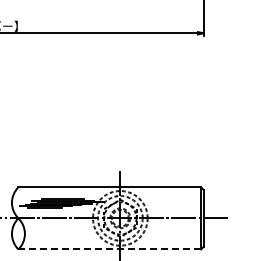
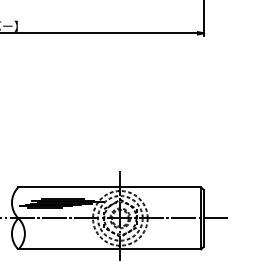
line at (109, 249): dashed -> solid
